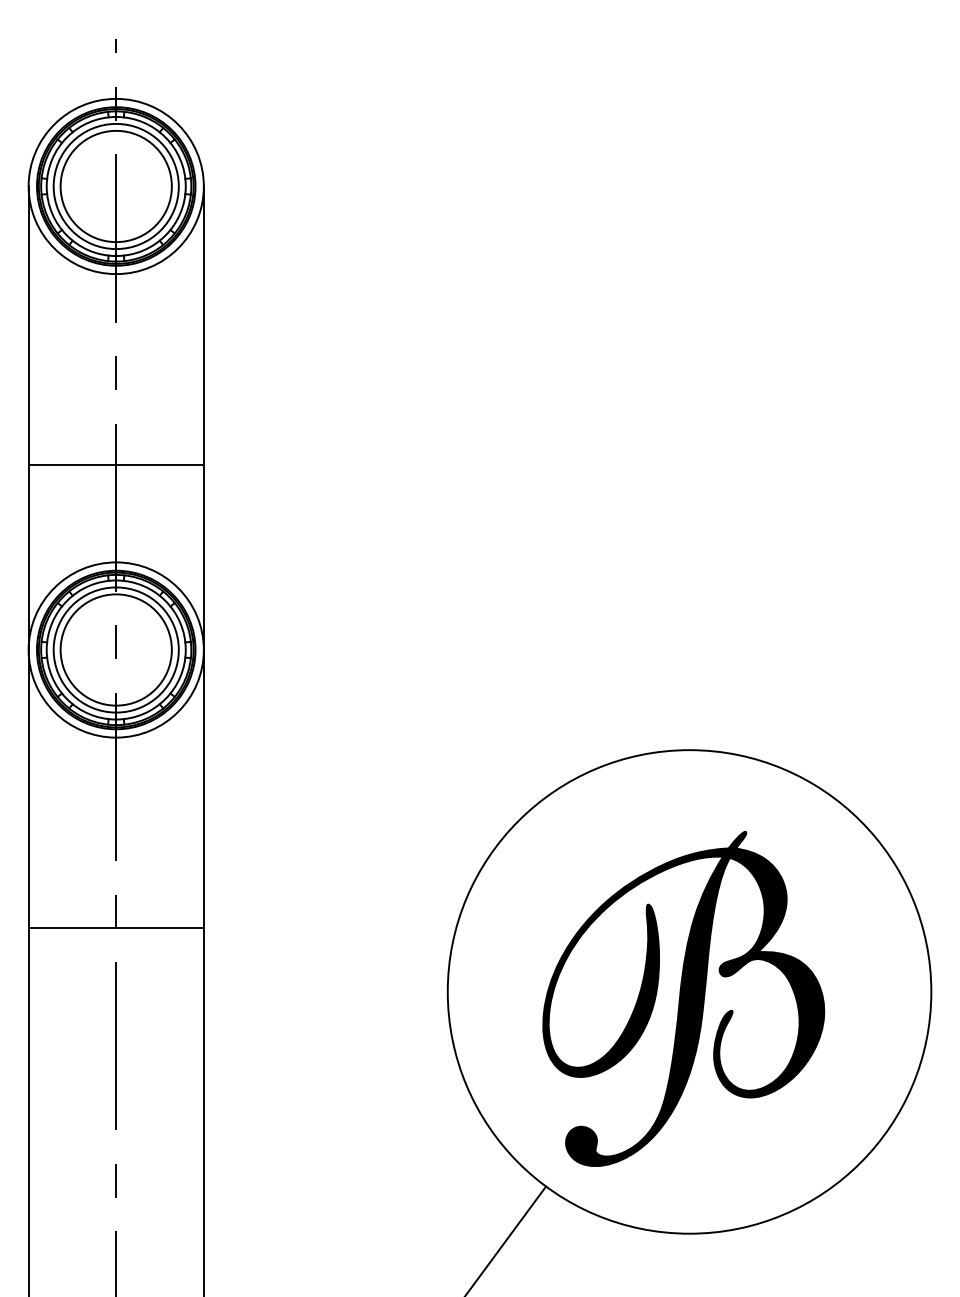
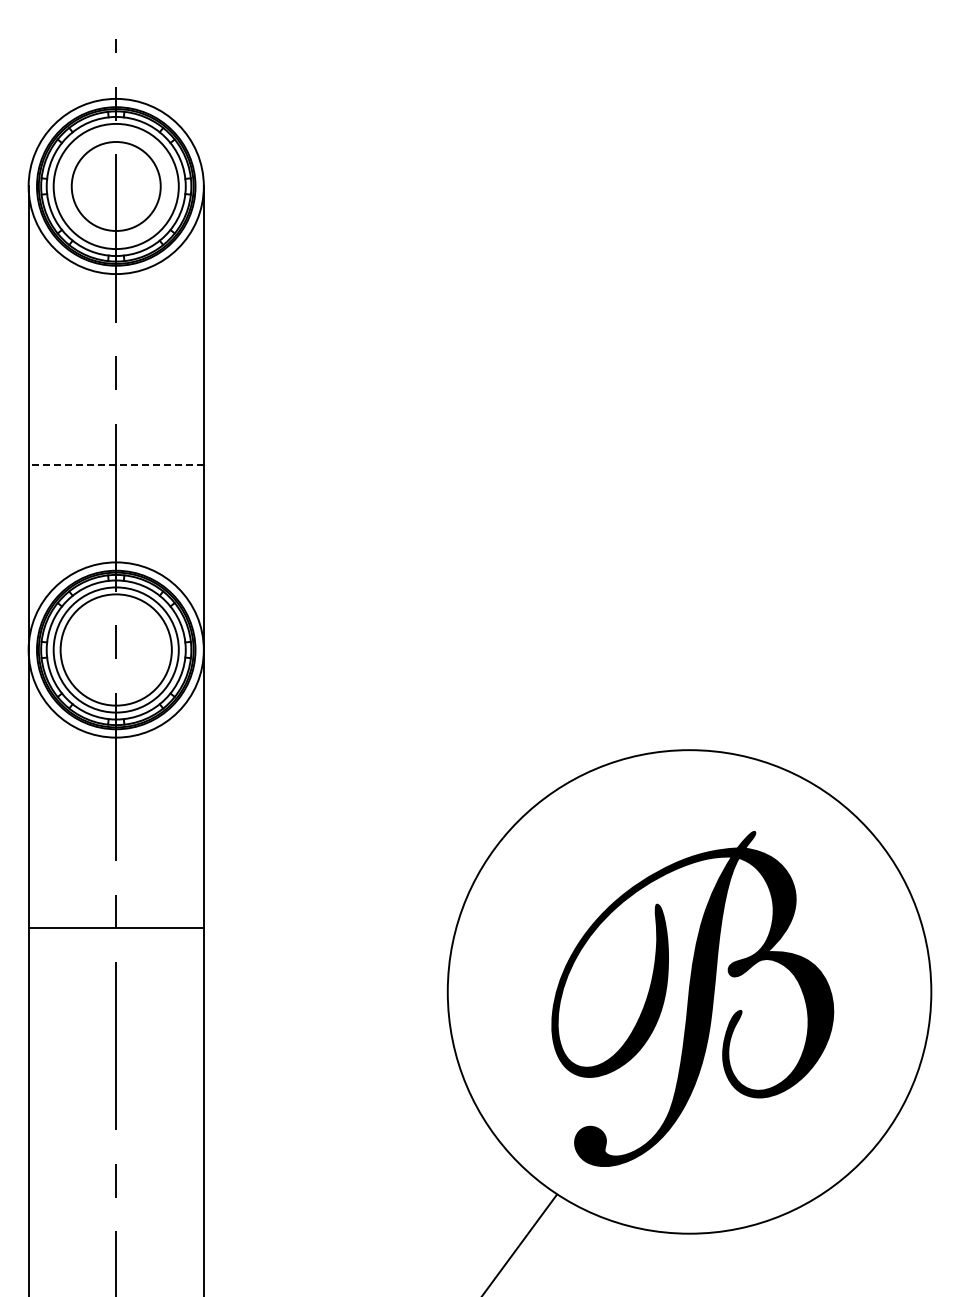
circle at (115, 186) diameter: 111 px -> 89 px
line at (116, 464): solid -> dashed
part at (683, 998) position: (683, 998) -> (692, 998)
line at (506, 1239) position: (506, 1239) -> (520, 1243)
